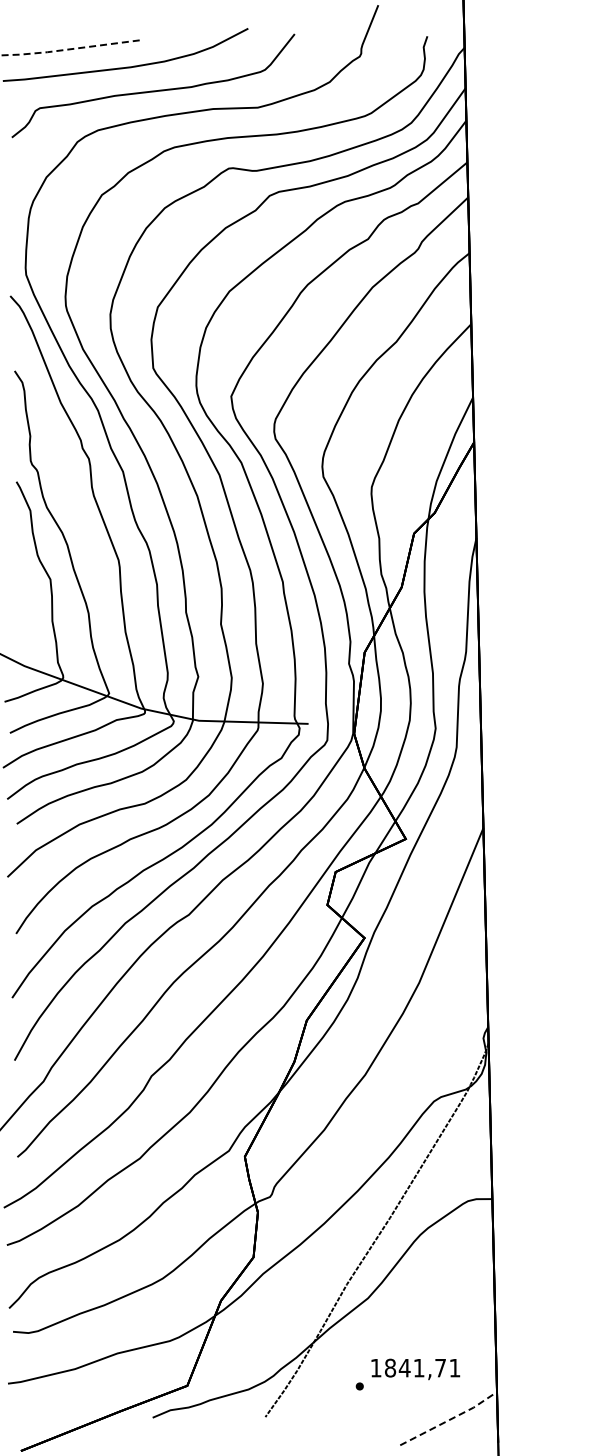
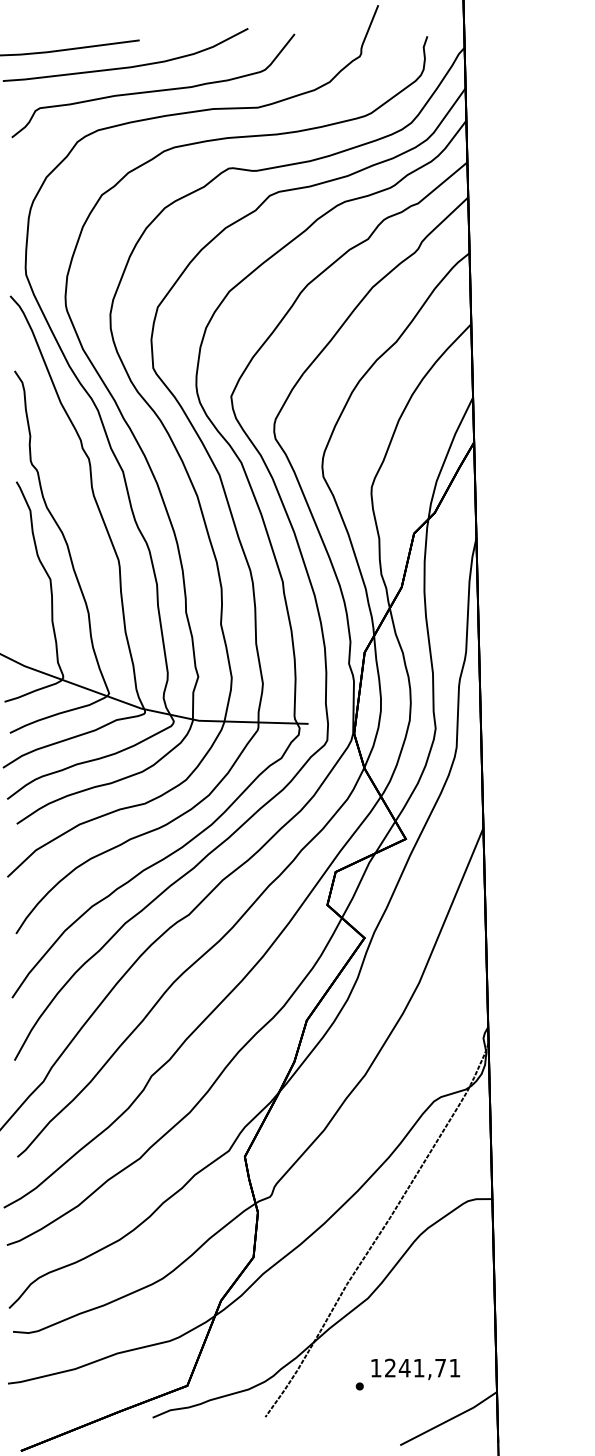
line at (68, 49): dashed -> solid
text at (390, 1367): 1841,71 -> 1241,71
line at (451, 1418): dashed -> solid
